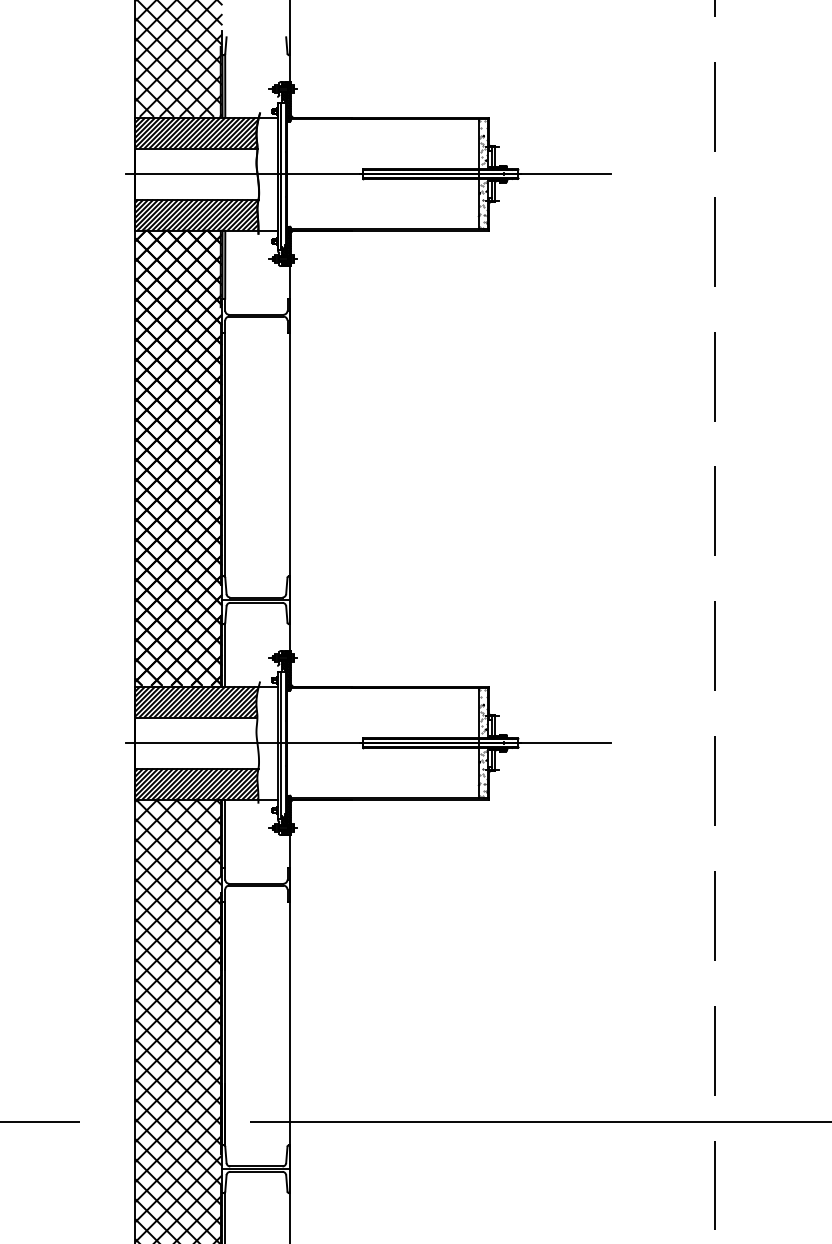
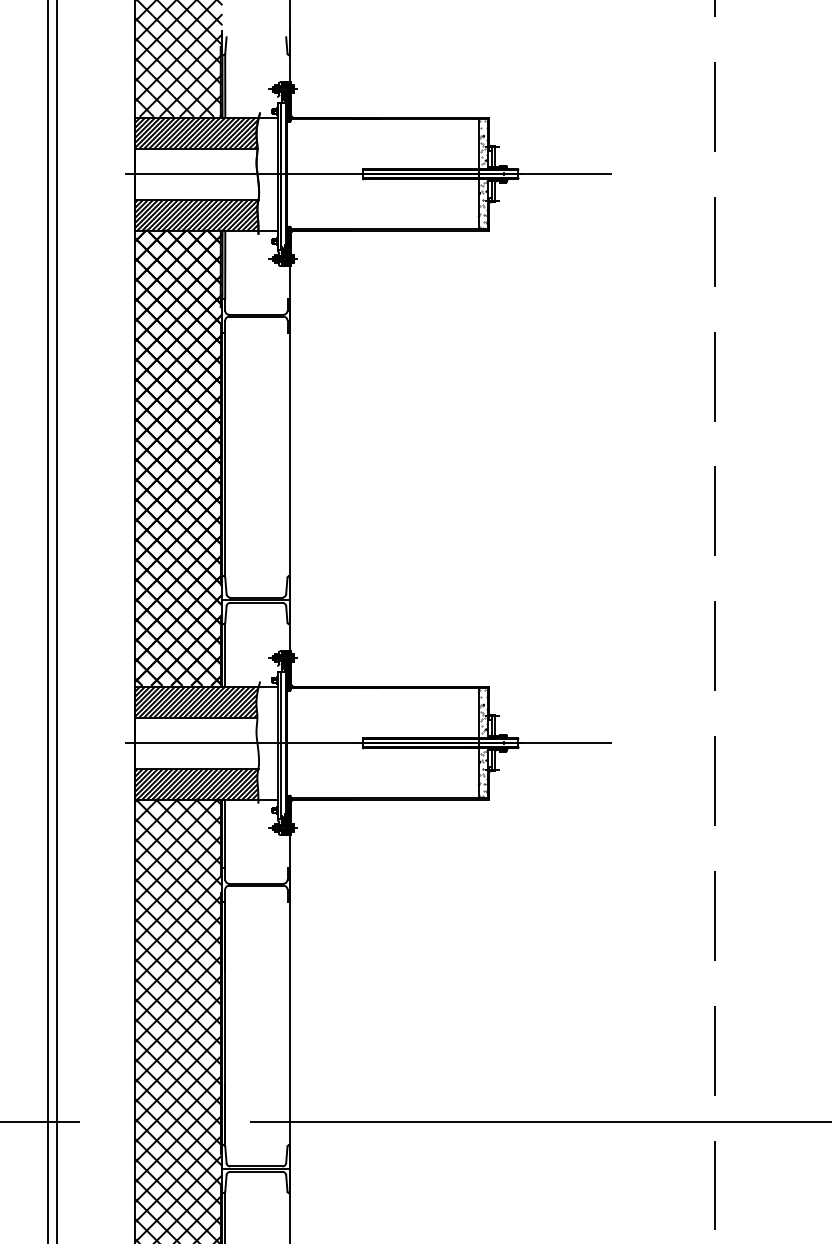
line at (48, 621): none -> present
line at (56, 621): none -> present
